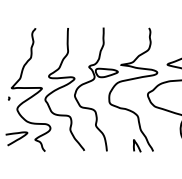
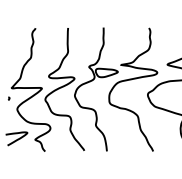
curve at (137, 145): present -> none
